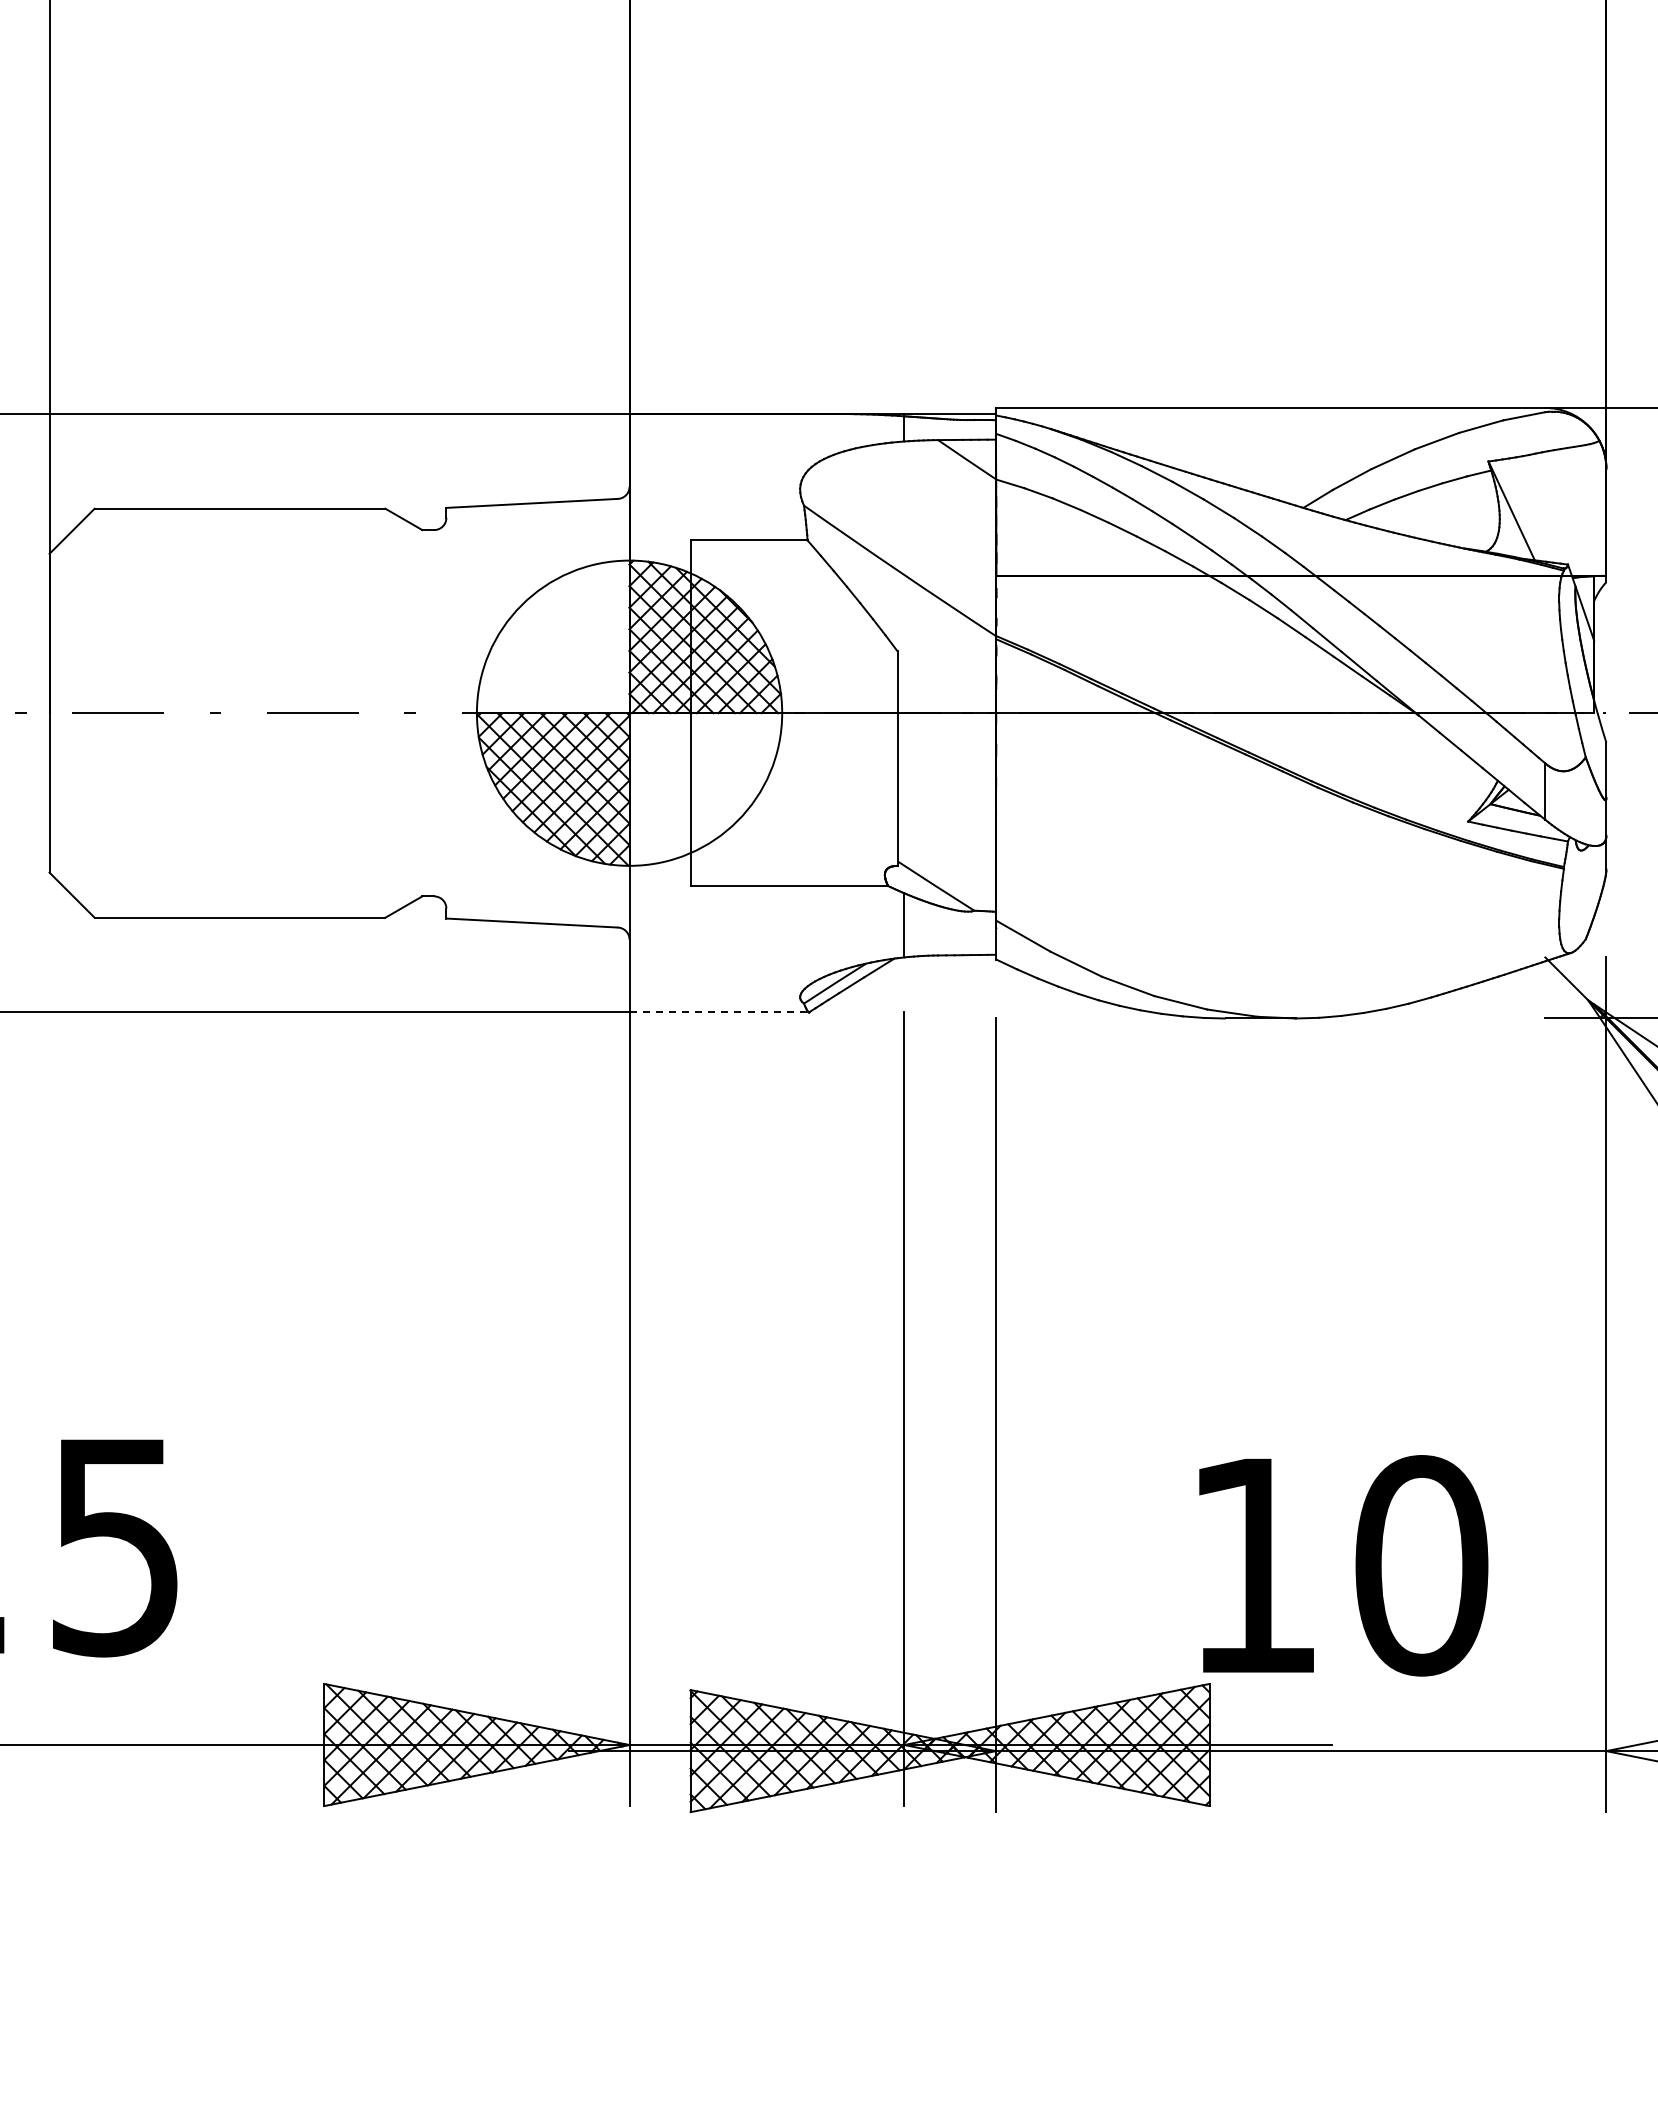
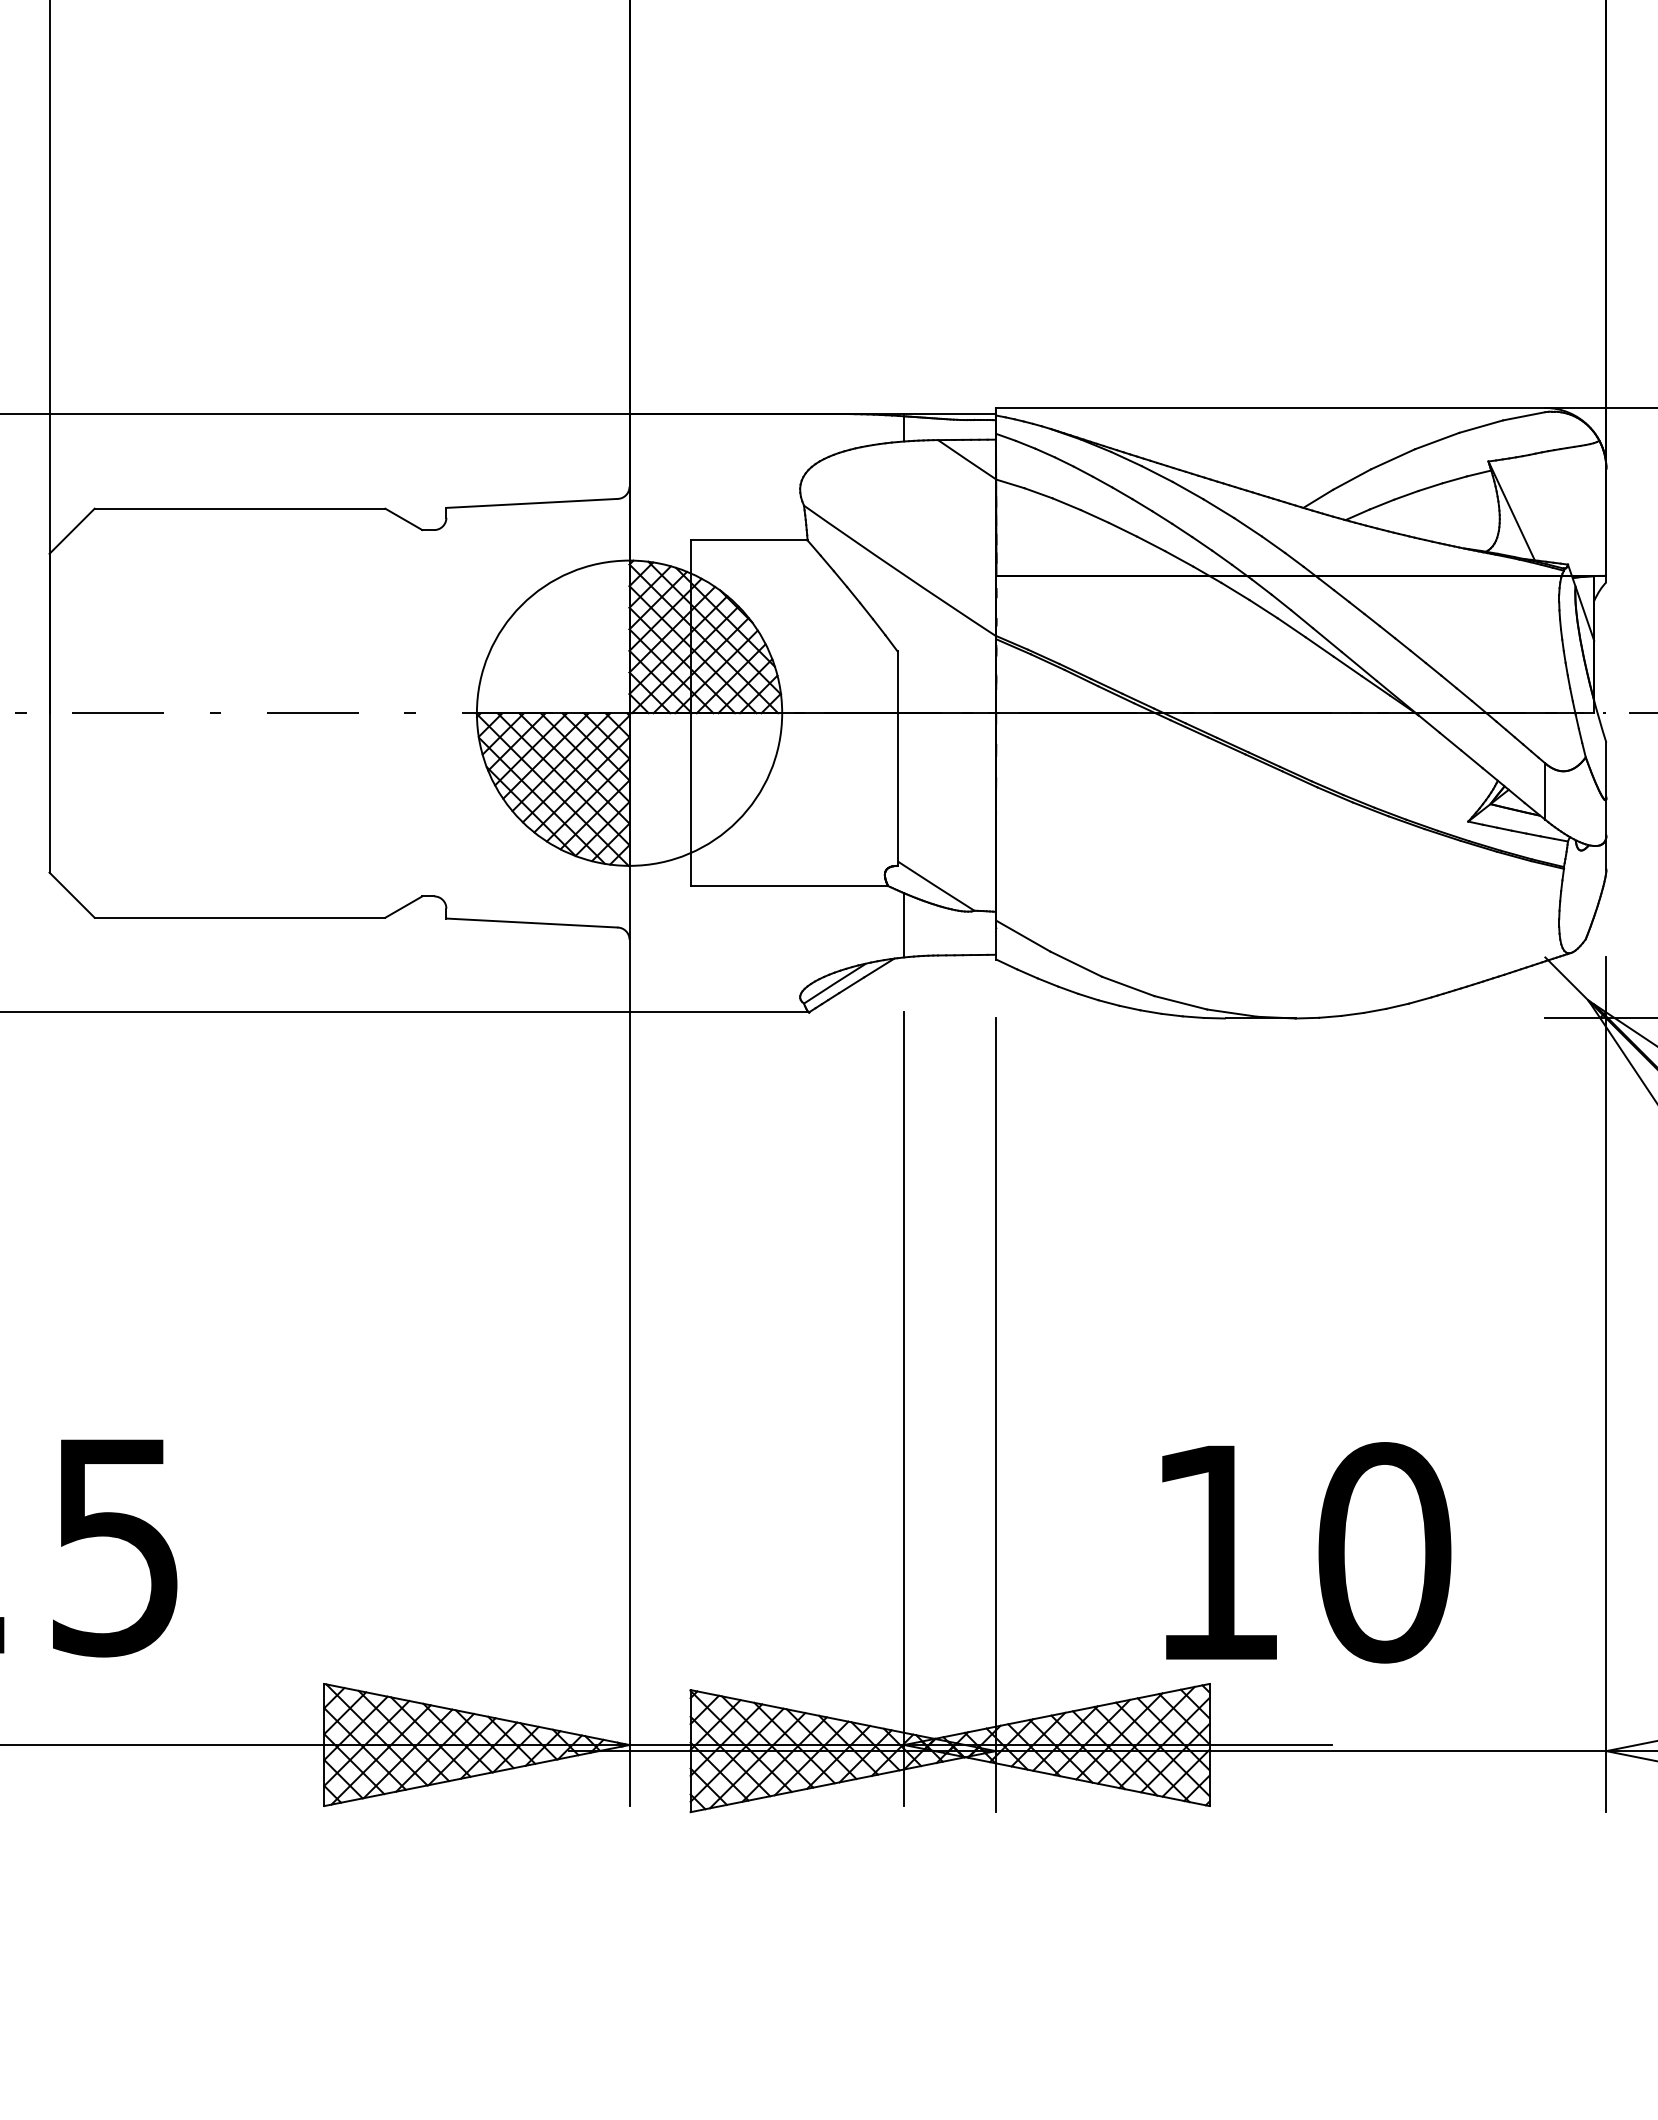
line at (719, 1012): dashed -> solid
text at (1343, 1565) position: (1343, 1565) -> (1306, 1552)
